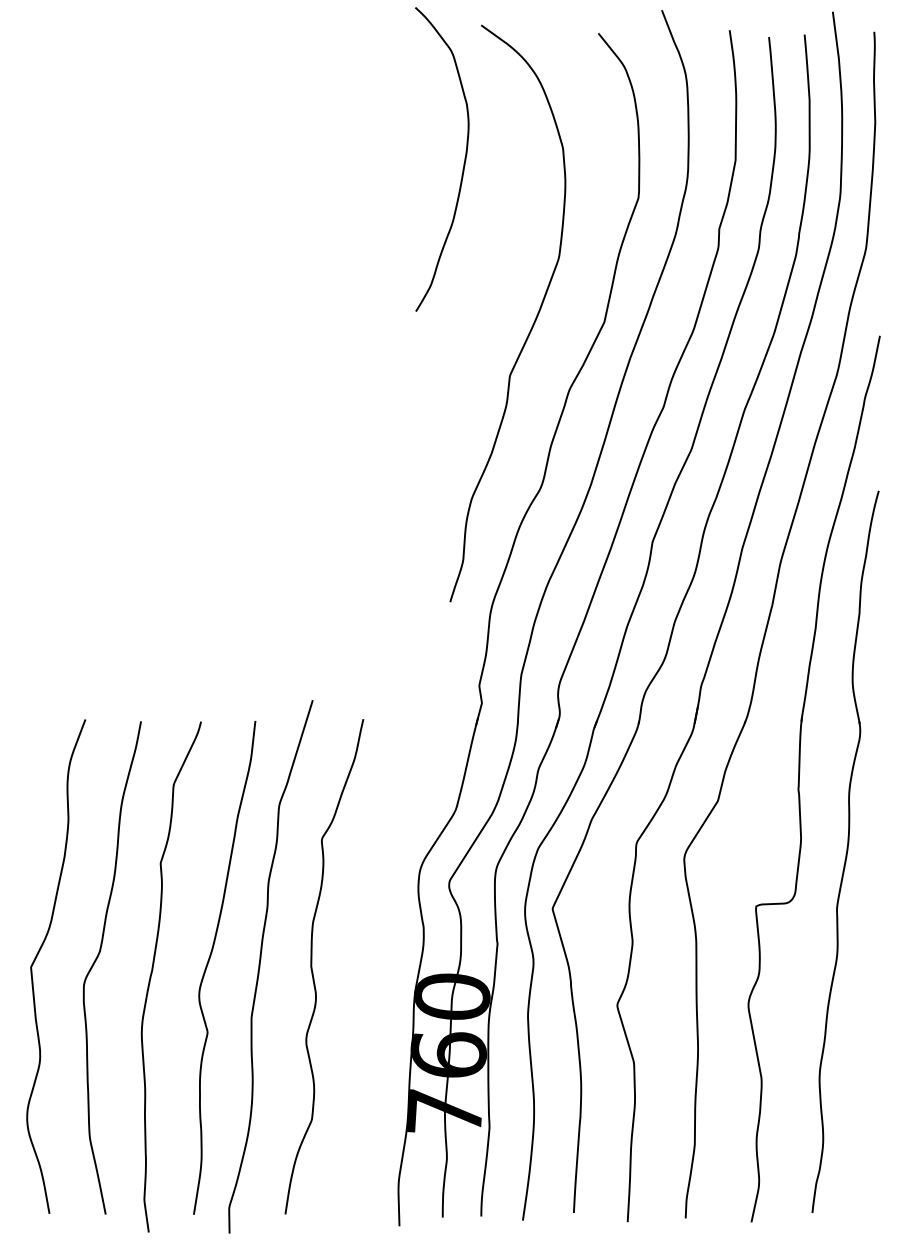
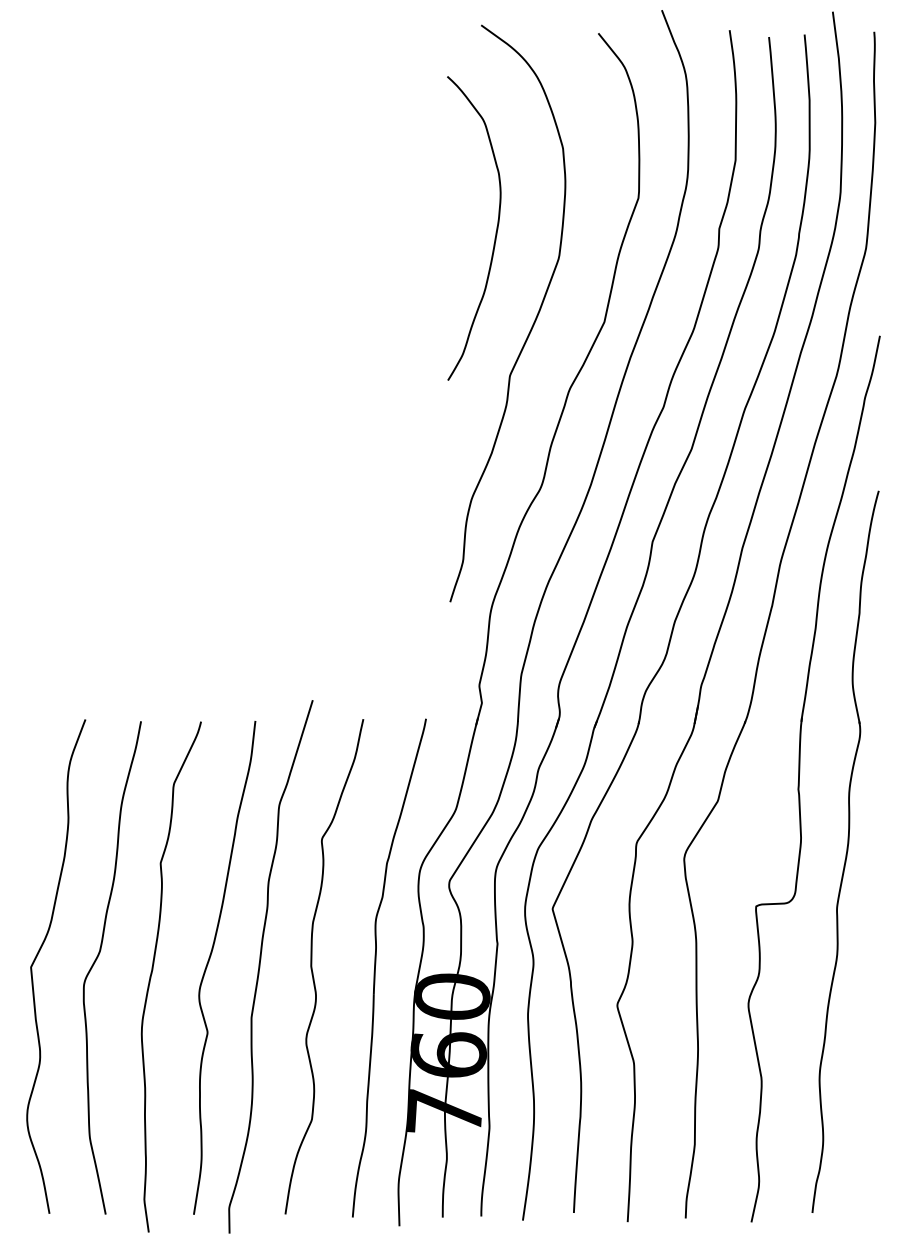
curve at (463, 163) position: (463, 163) -> (495, 232)
part at (376, 964): none -> present
